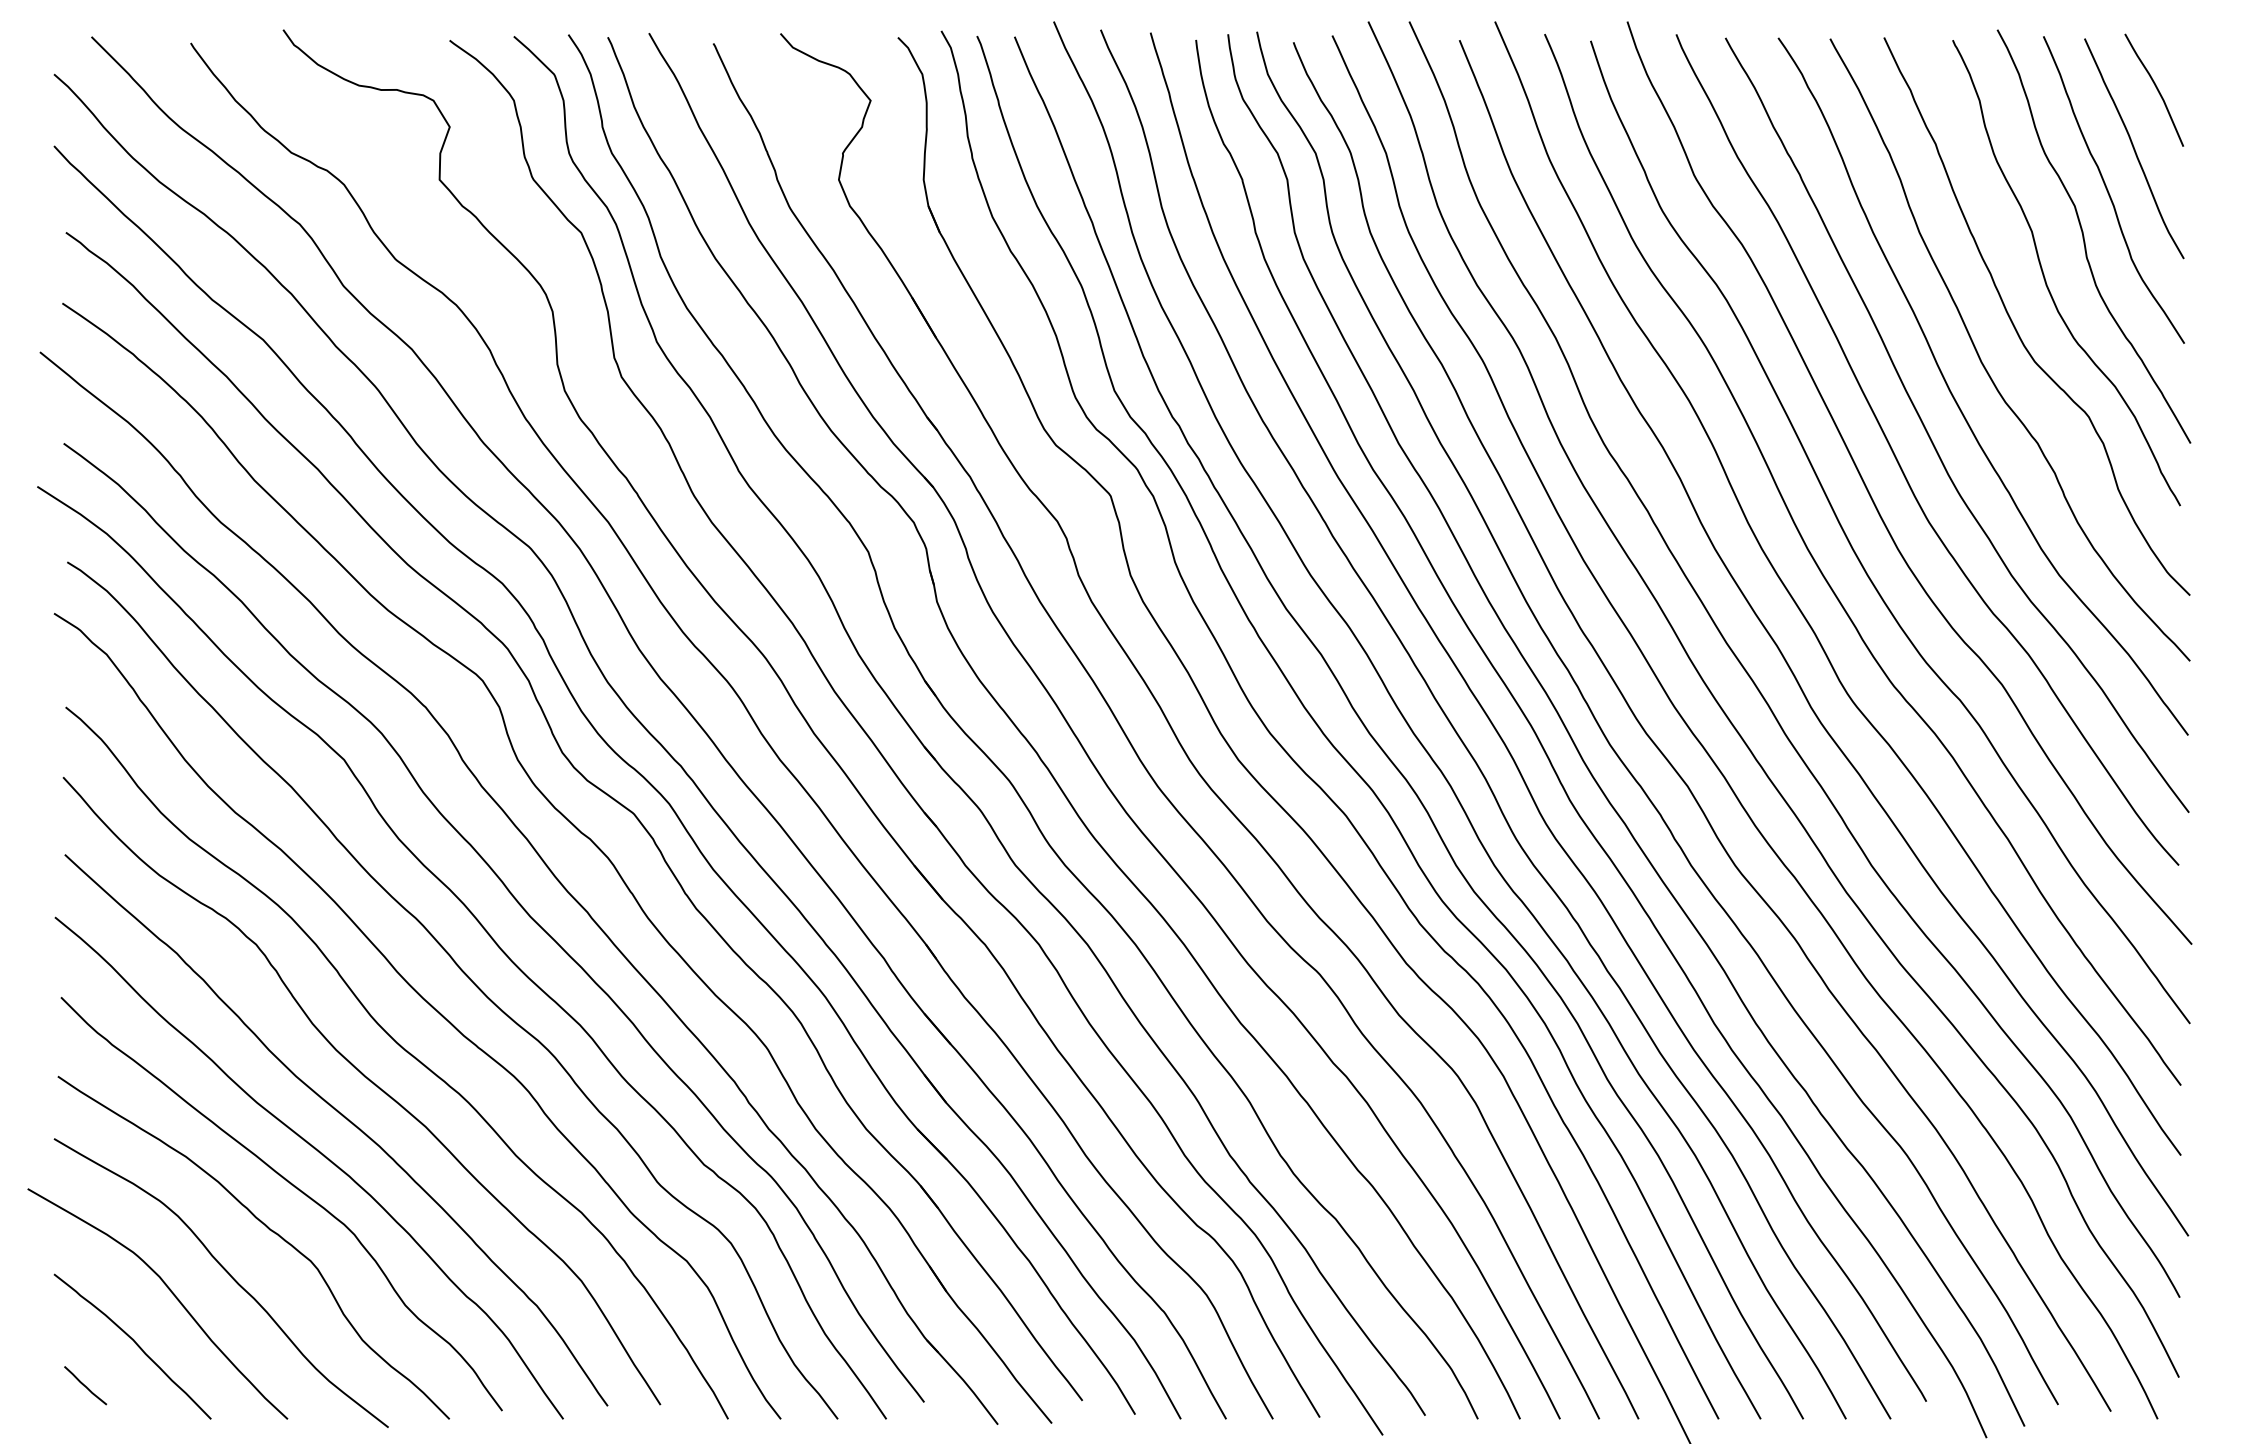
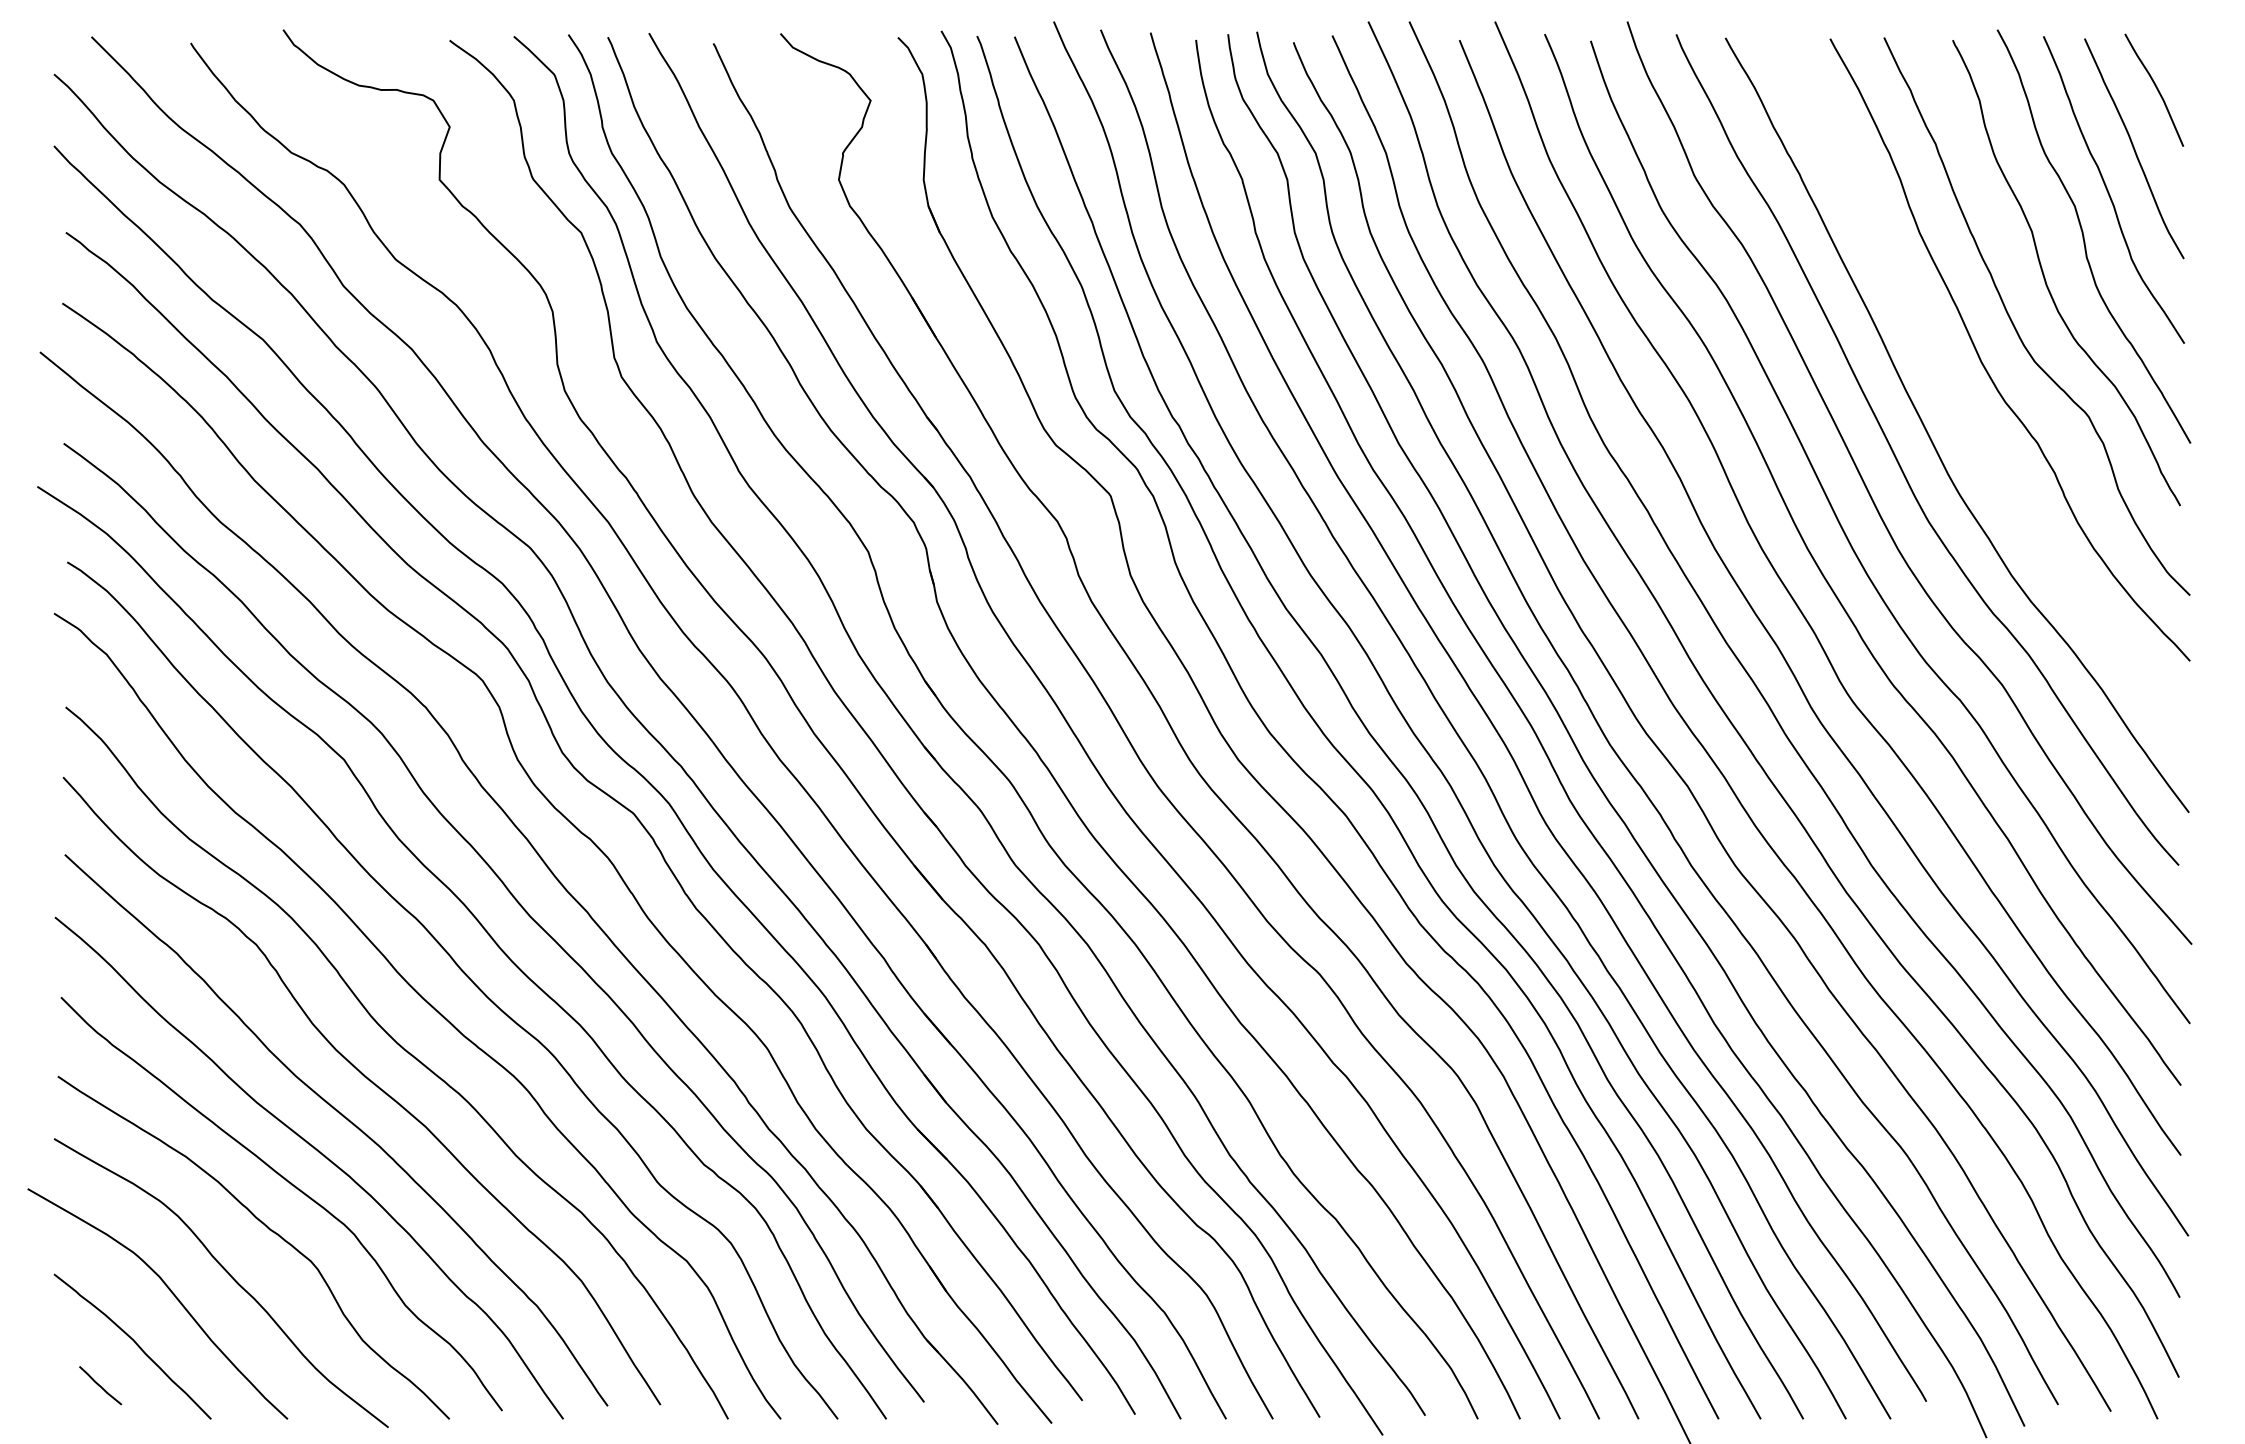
curve at (1956, 400): present -> none
line at (85, 1385) position: (85, 1385) -> (100, 1385)
